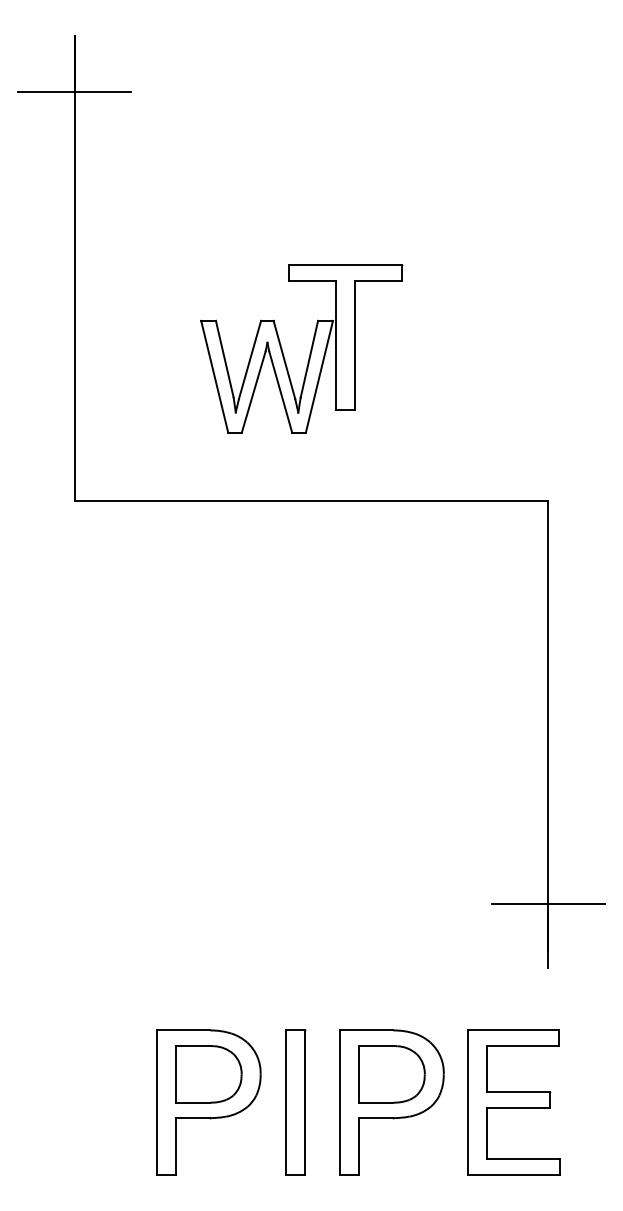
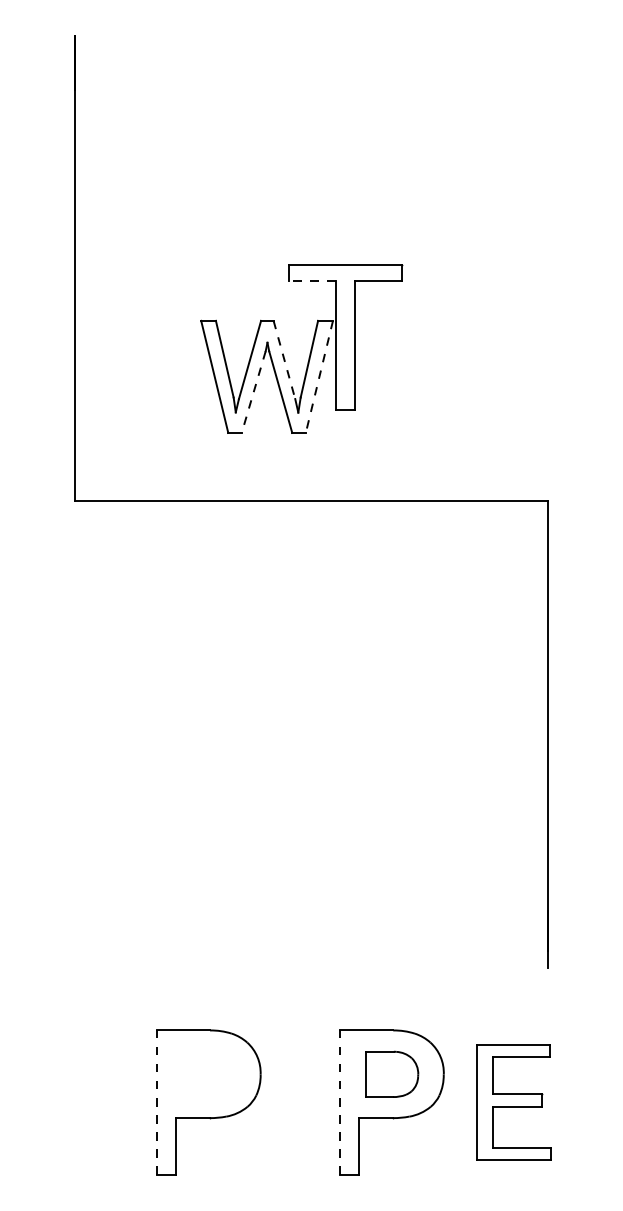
line at (74, 92): present -> none
line at (311, 280): solid -> dashed
line at (284, 359): solid -> dashed
line at (319, 376): solid -> dashed
line at (253, 392): solid -> dashed
line at (547, 904): present -> none
part at (208, 1074): present -> none
part at (391, 1074) size: 68x59 px -> 55x48 px
line at (156, 1102): solid -> dashed
part at (295, 1102): present -> none
line at (340, 1102): solid -> dashed
part at (513, 1102) size: 94x147 px -> 76x117 px
